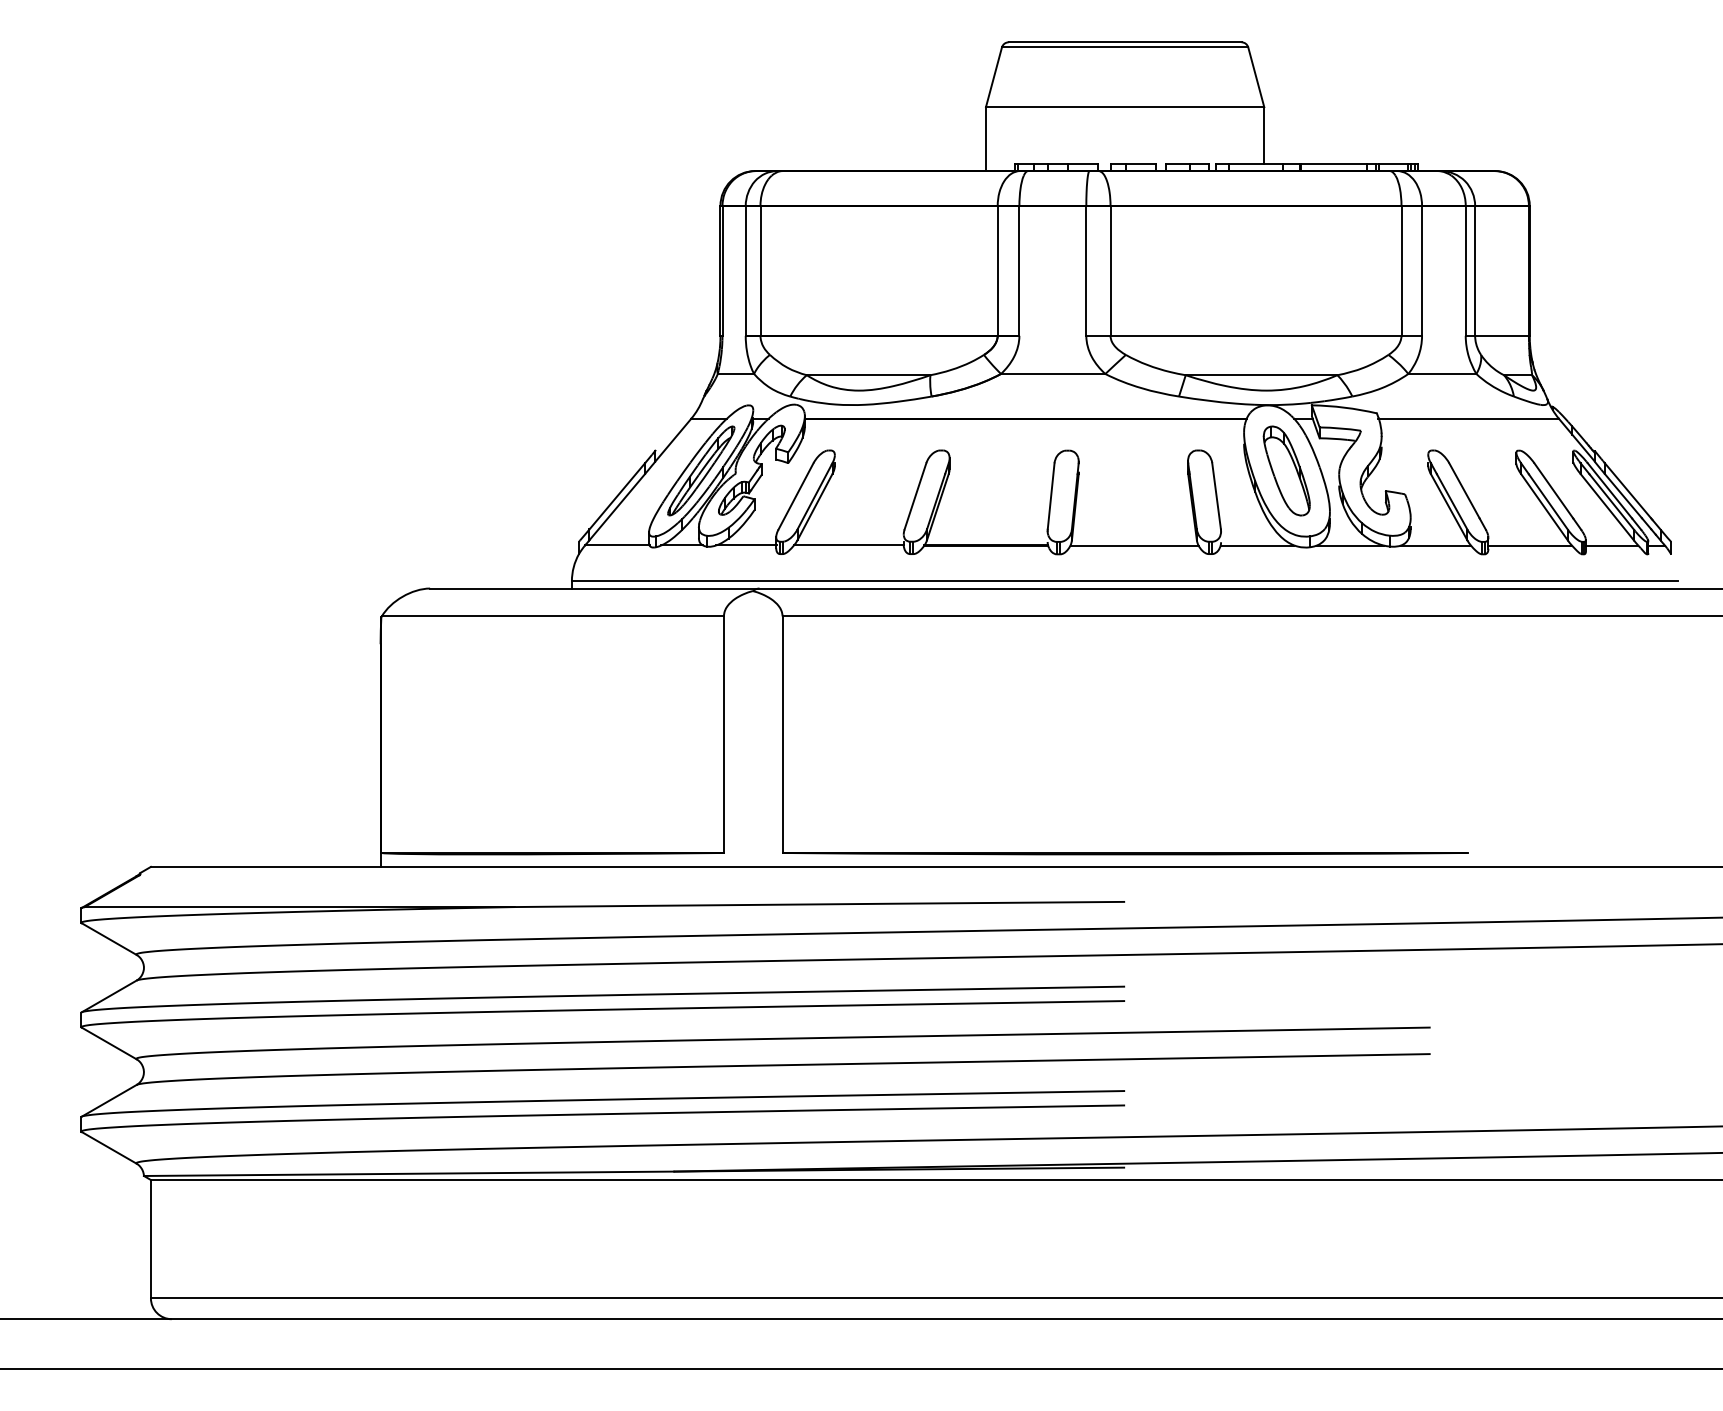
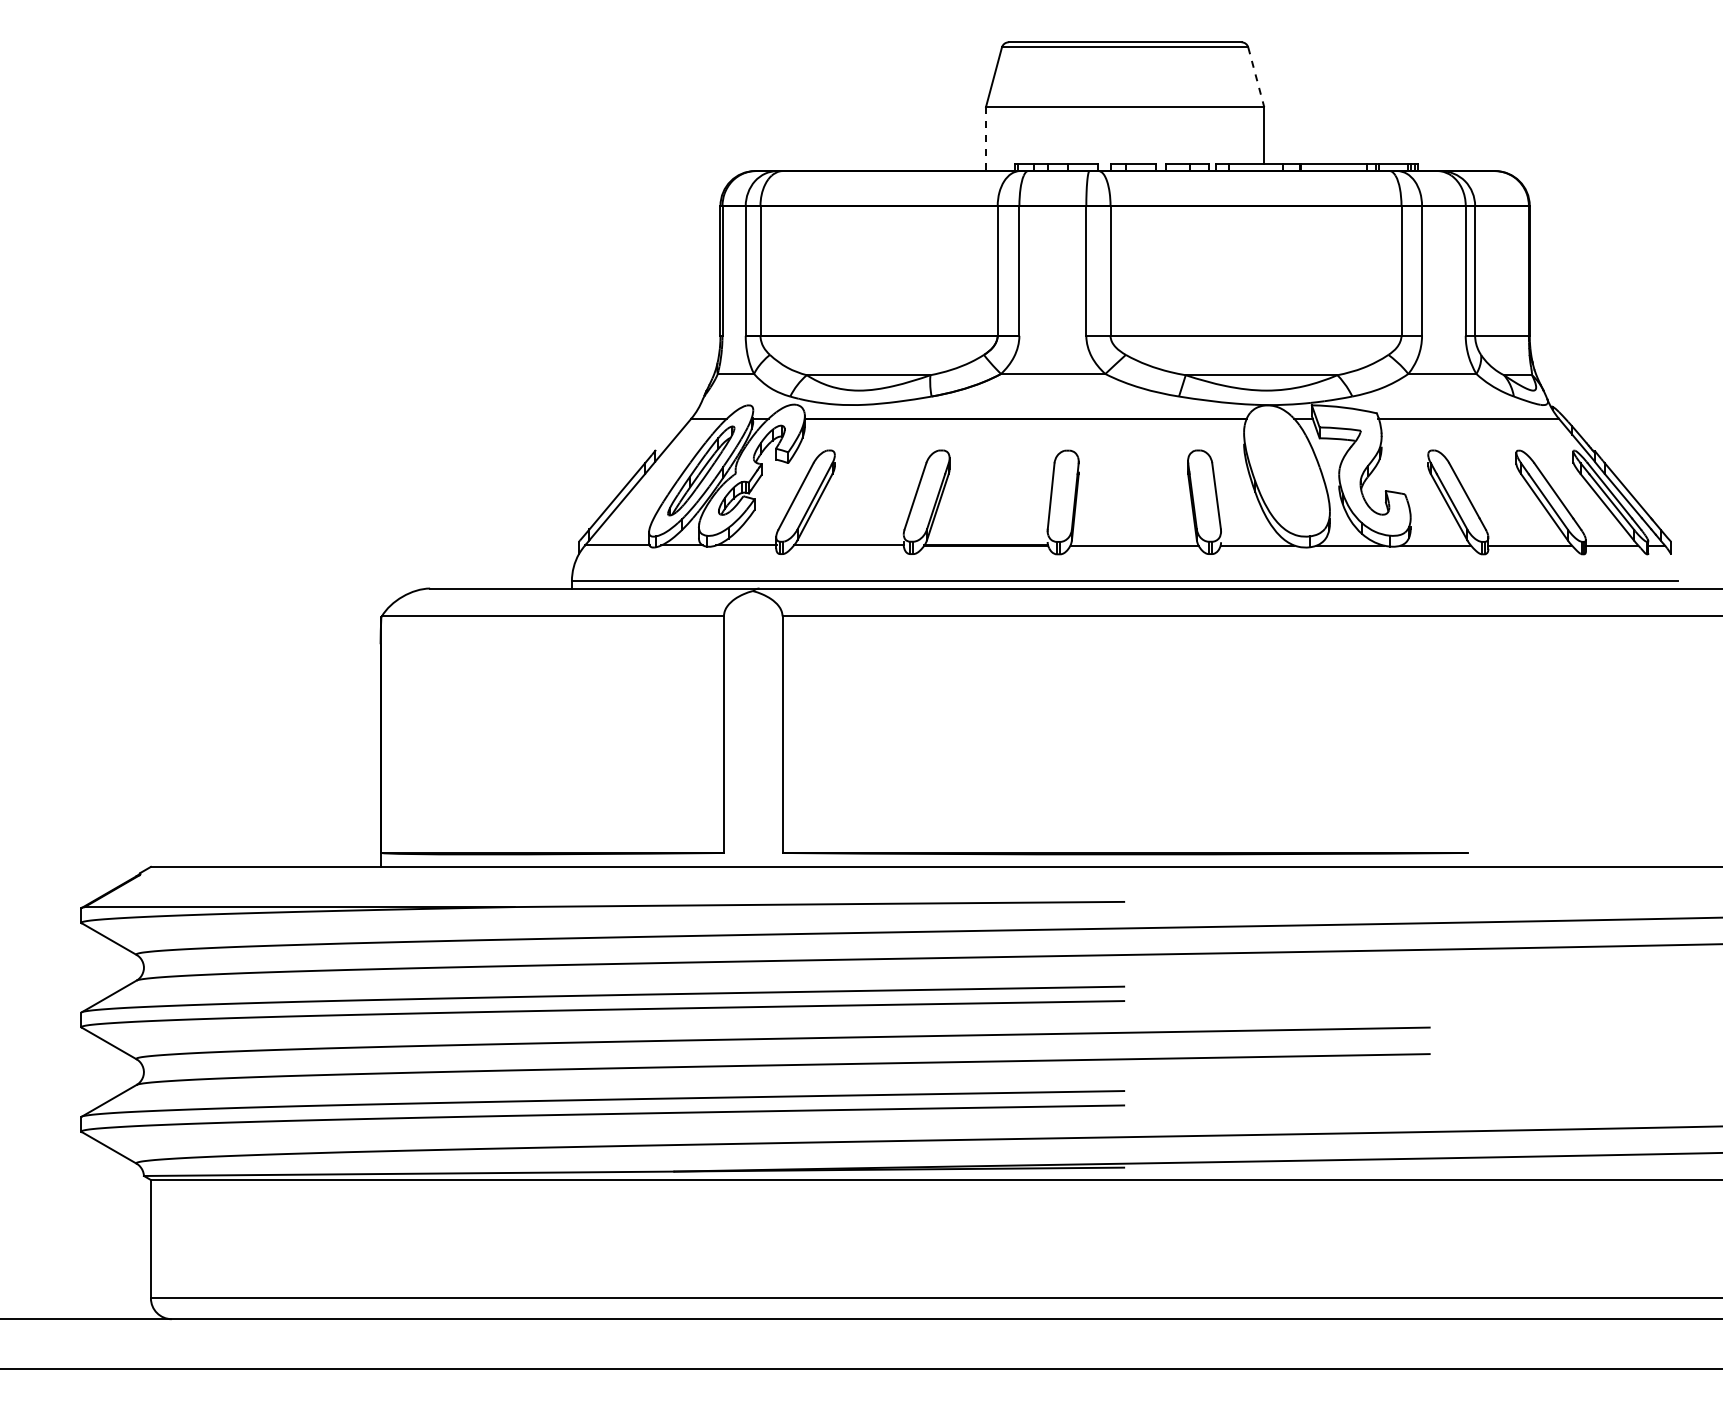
line at (1256, 77): solid -> dashed
line at (985, 139): solid -> dashed
part at (1286, 470): present -> none
